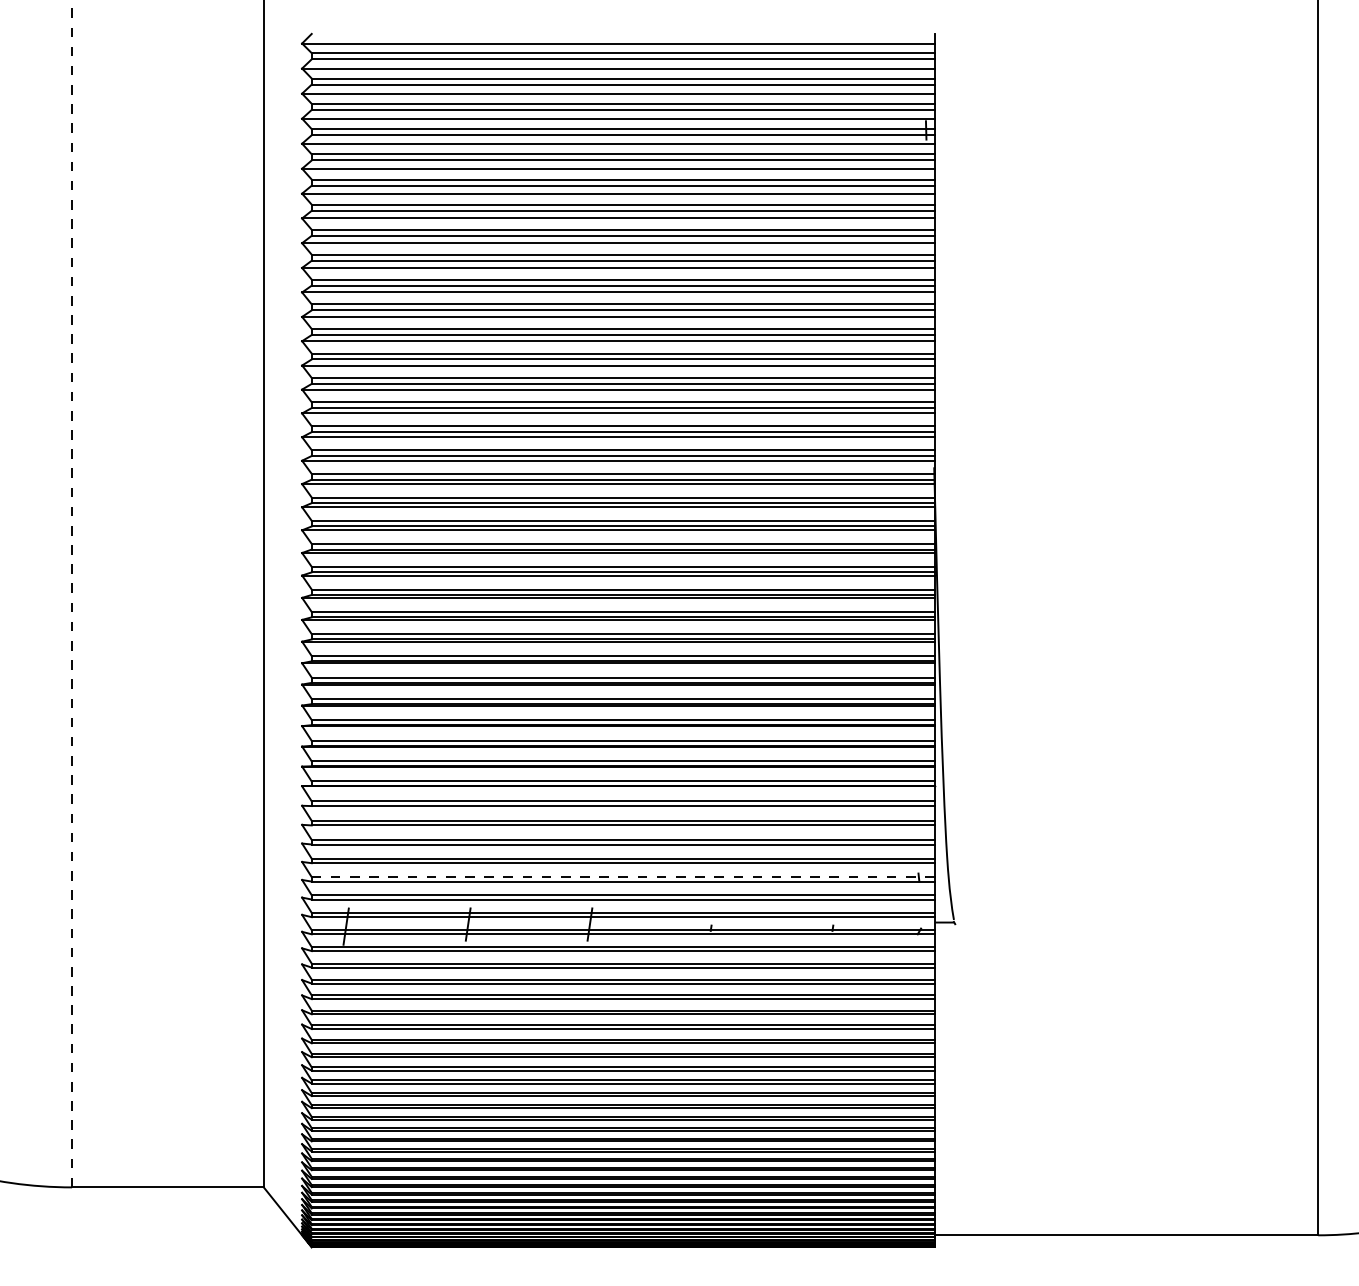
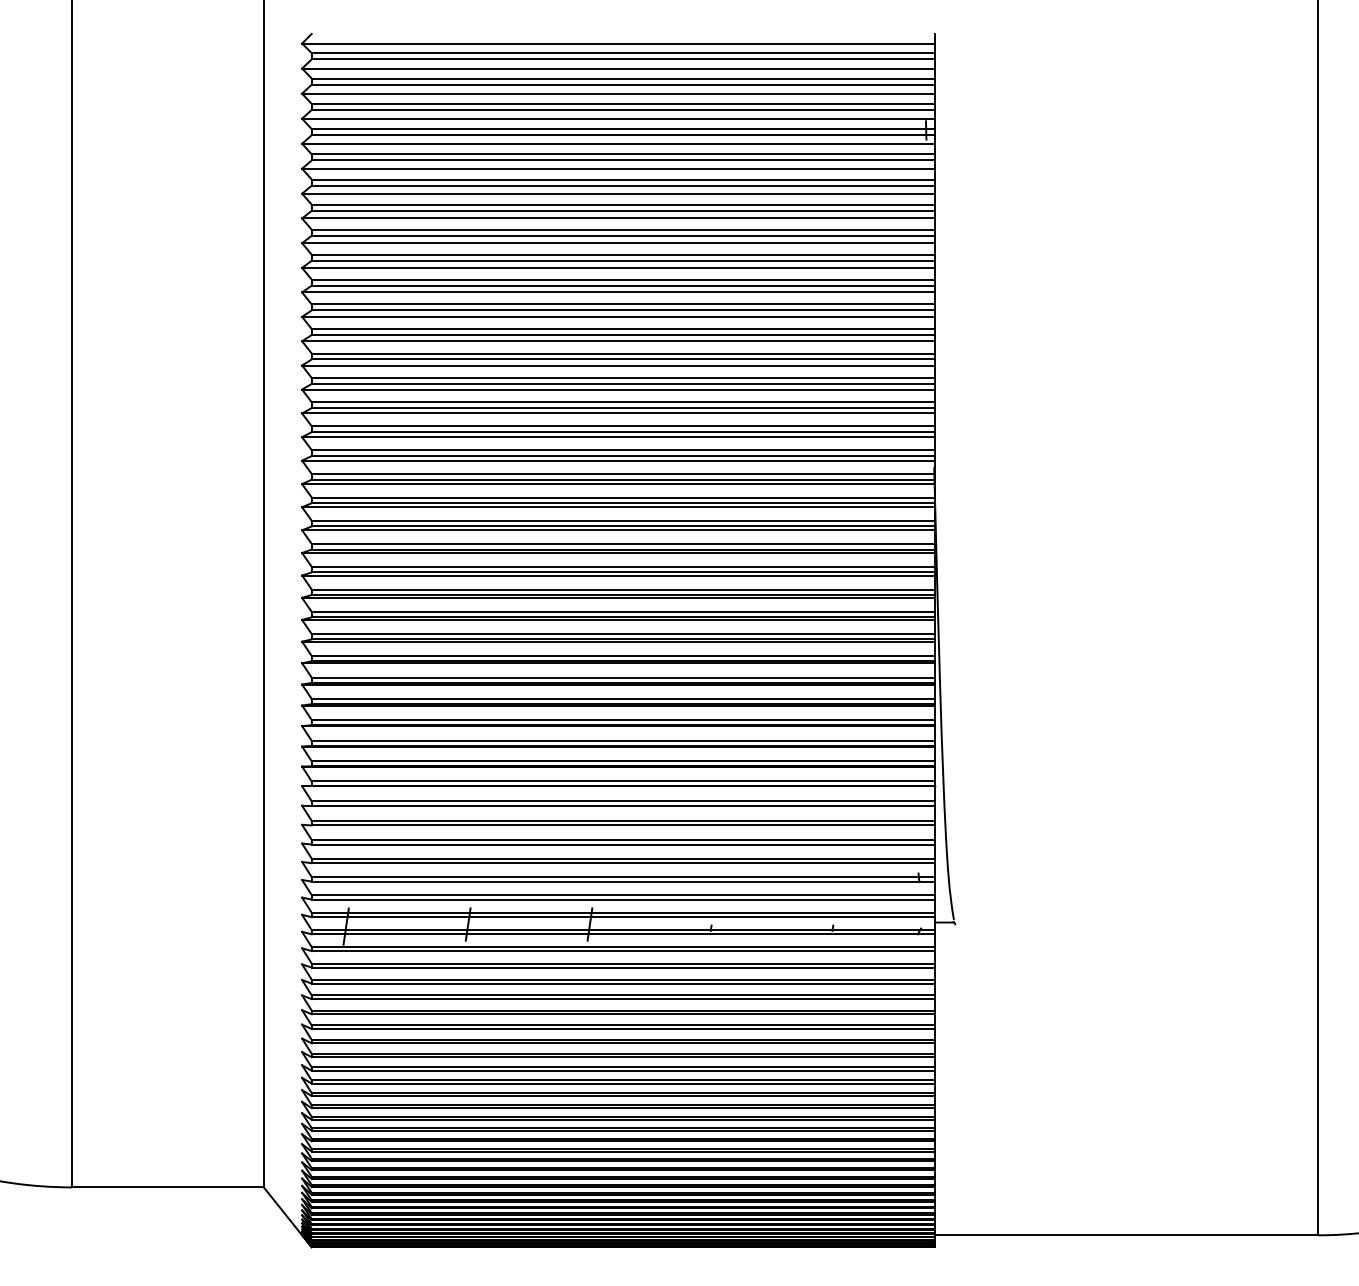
line at (72, 593): dashed -> solid
line at (623, 877): dashed -> solid
